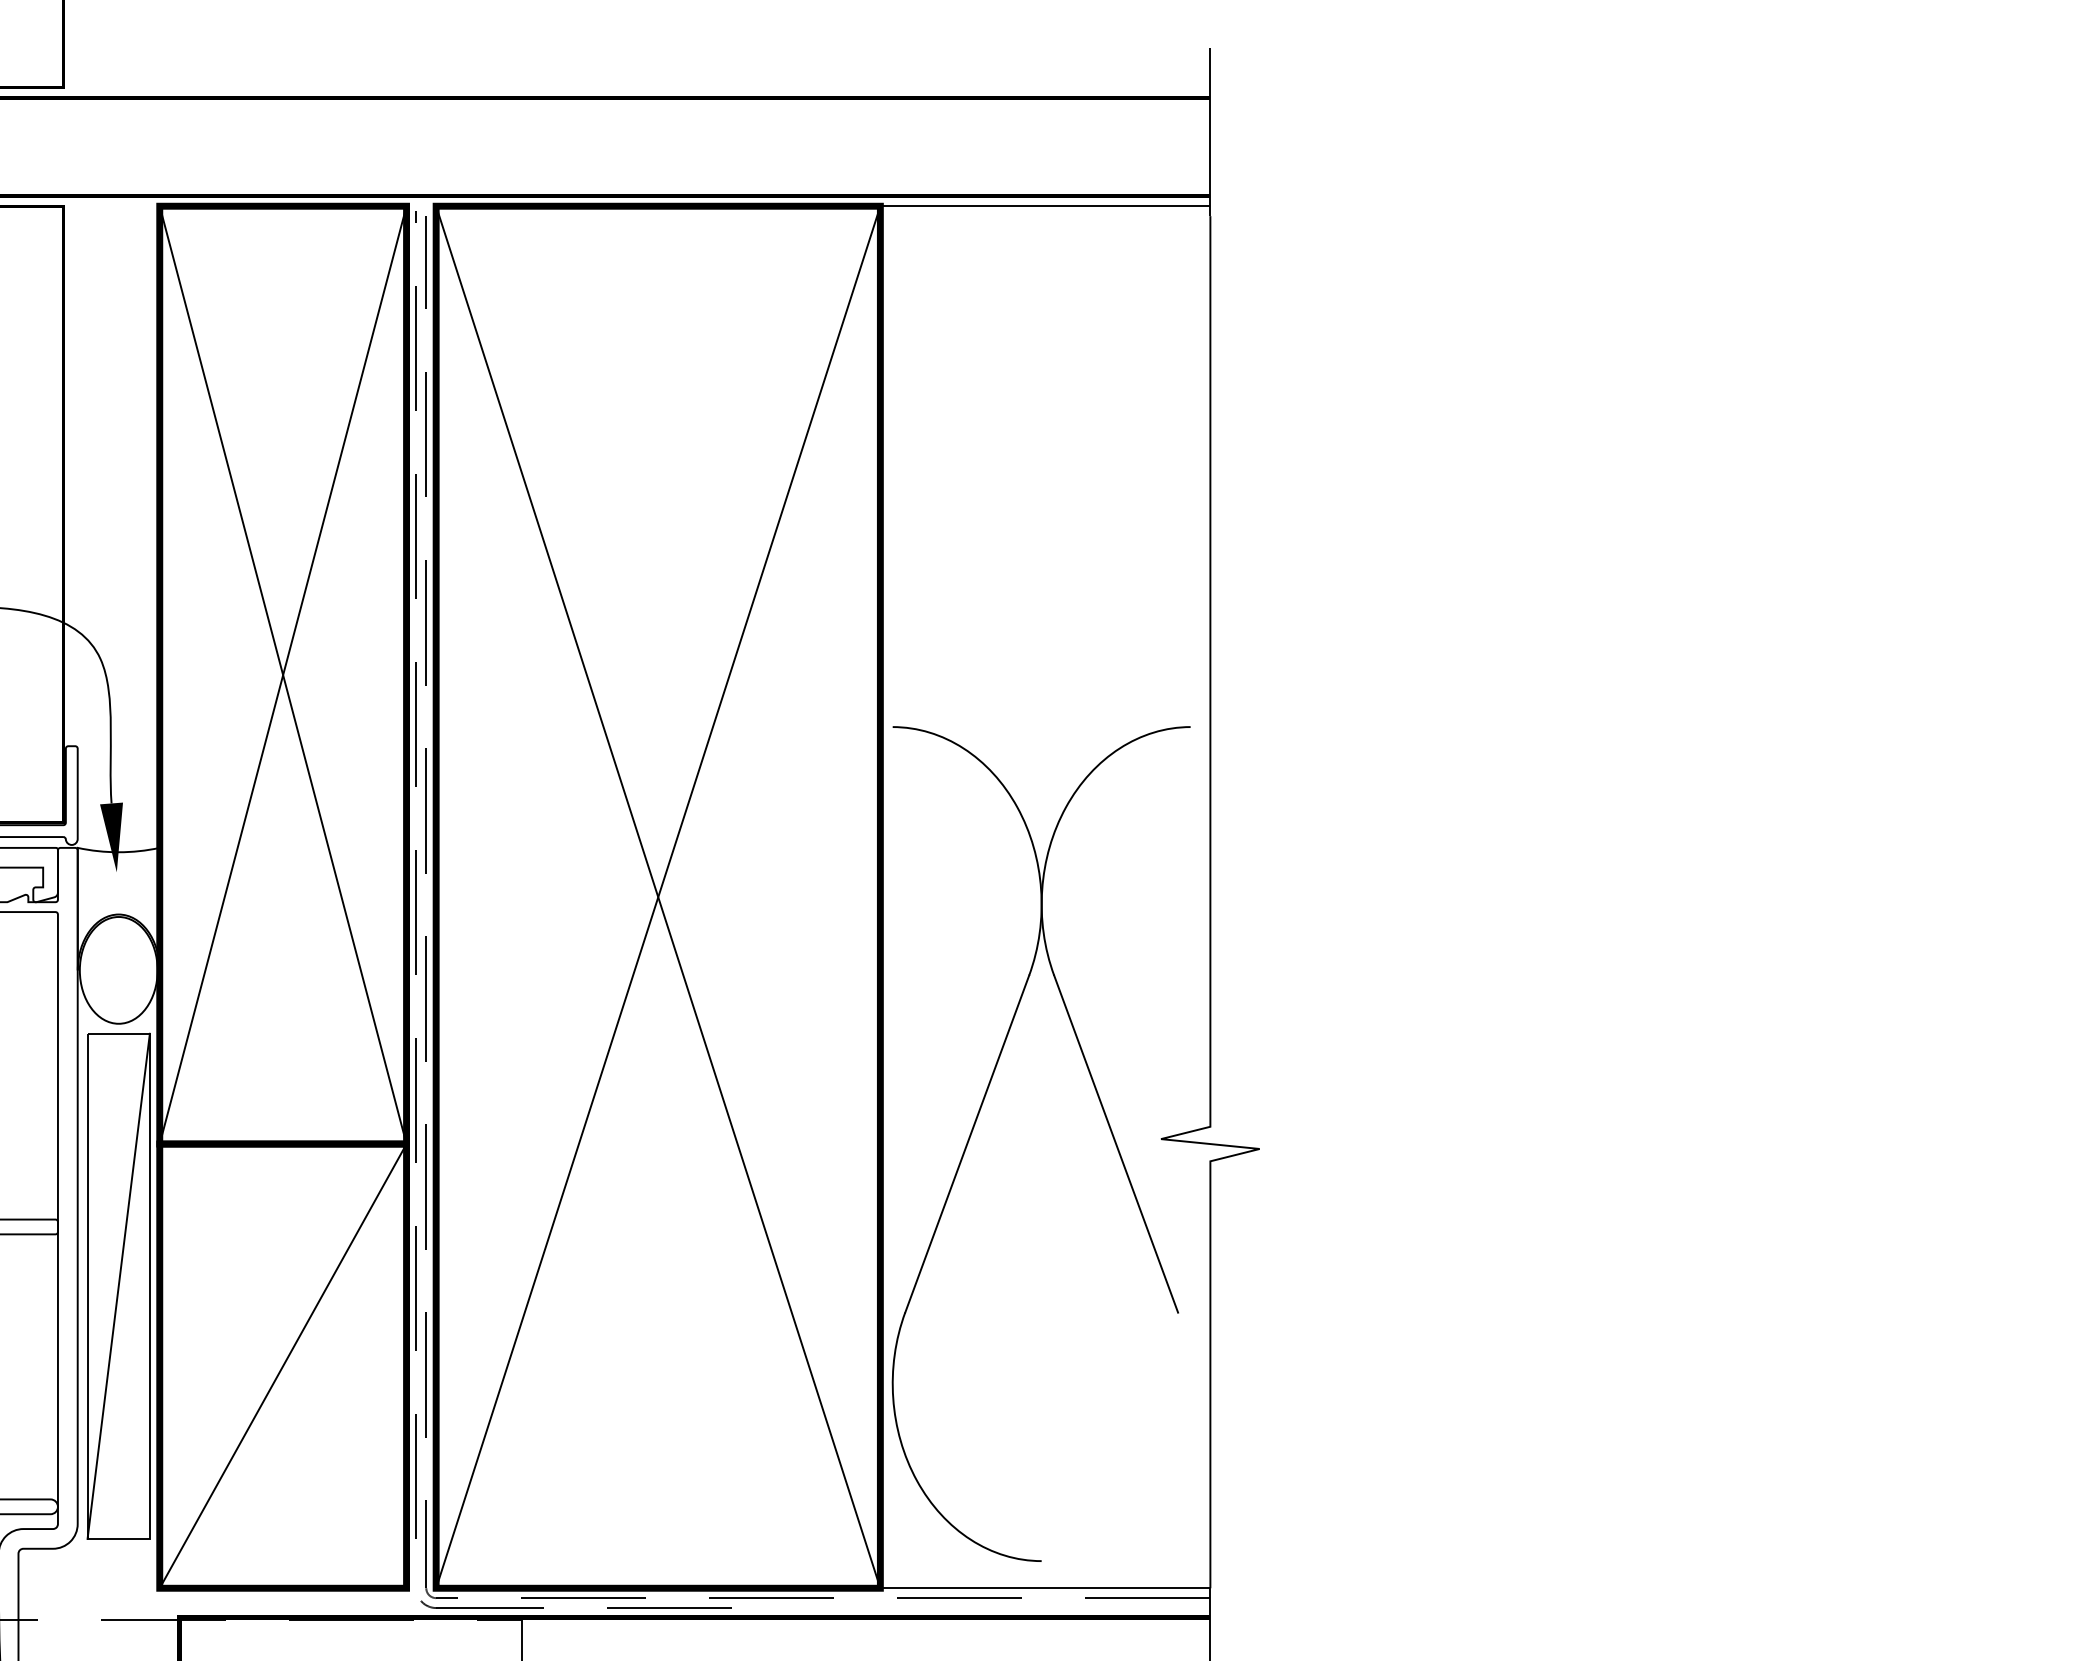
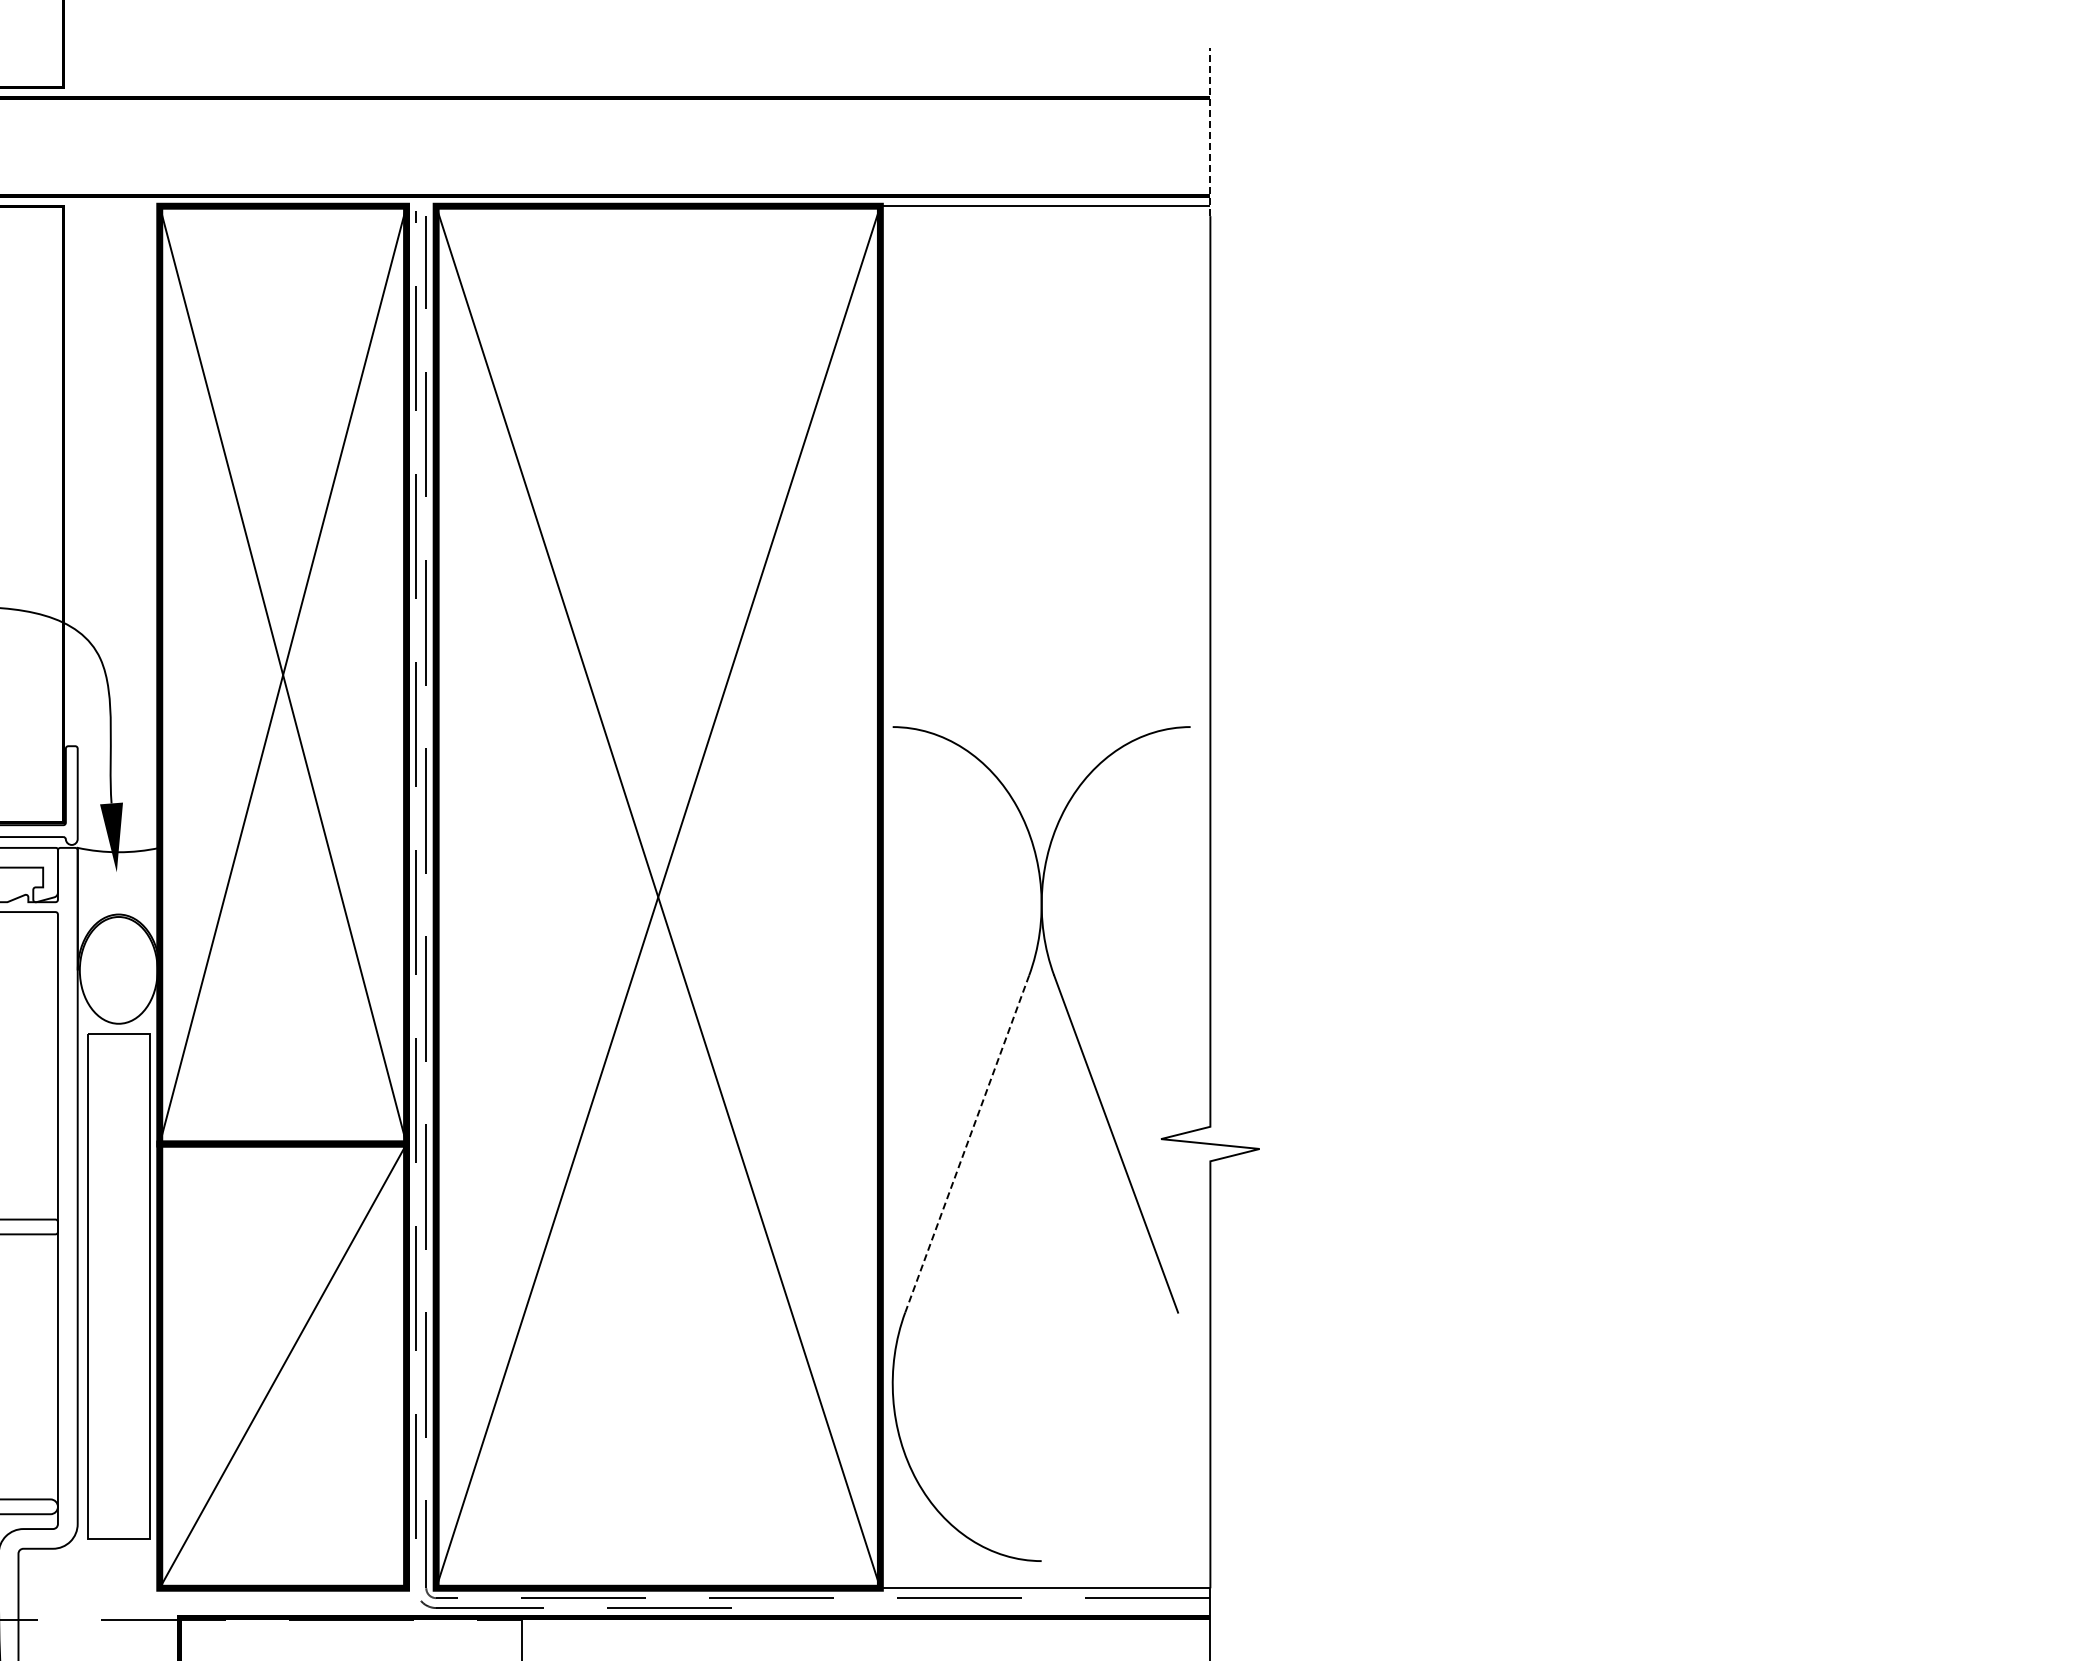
line at (1210, 132): solid -> dashed
line at (967, 1144): solid -> dashed
line at (118, 1285): present -> none
